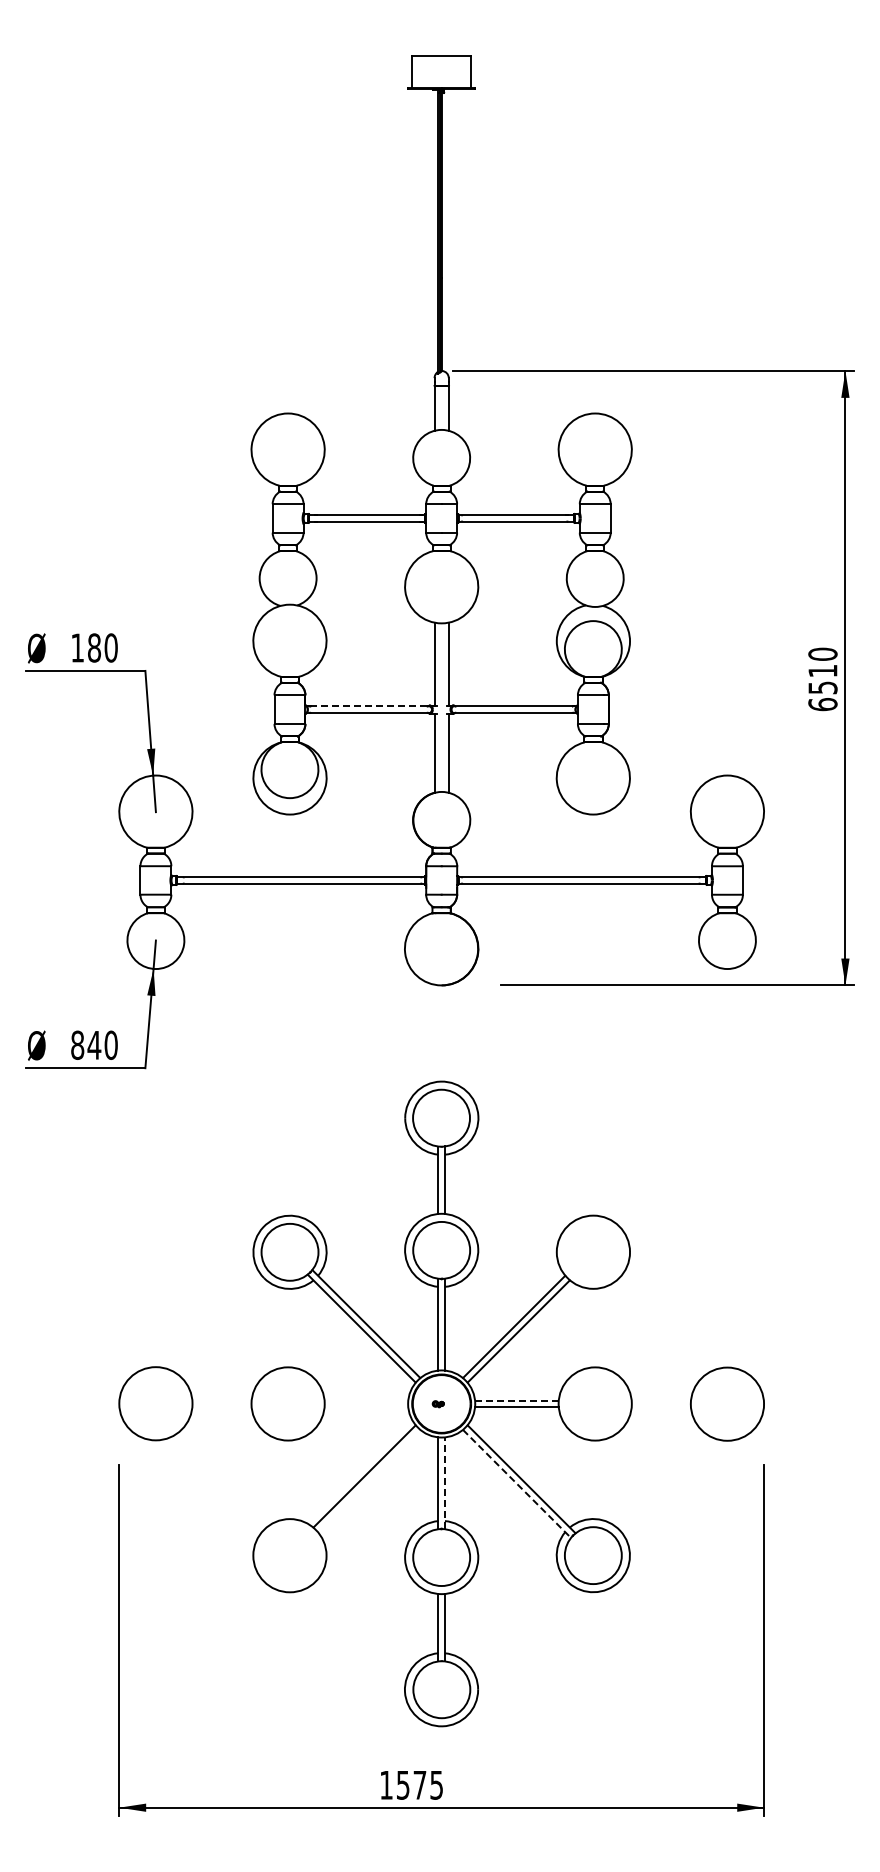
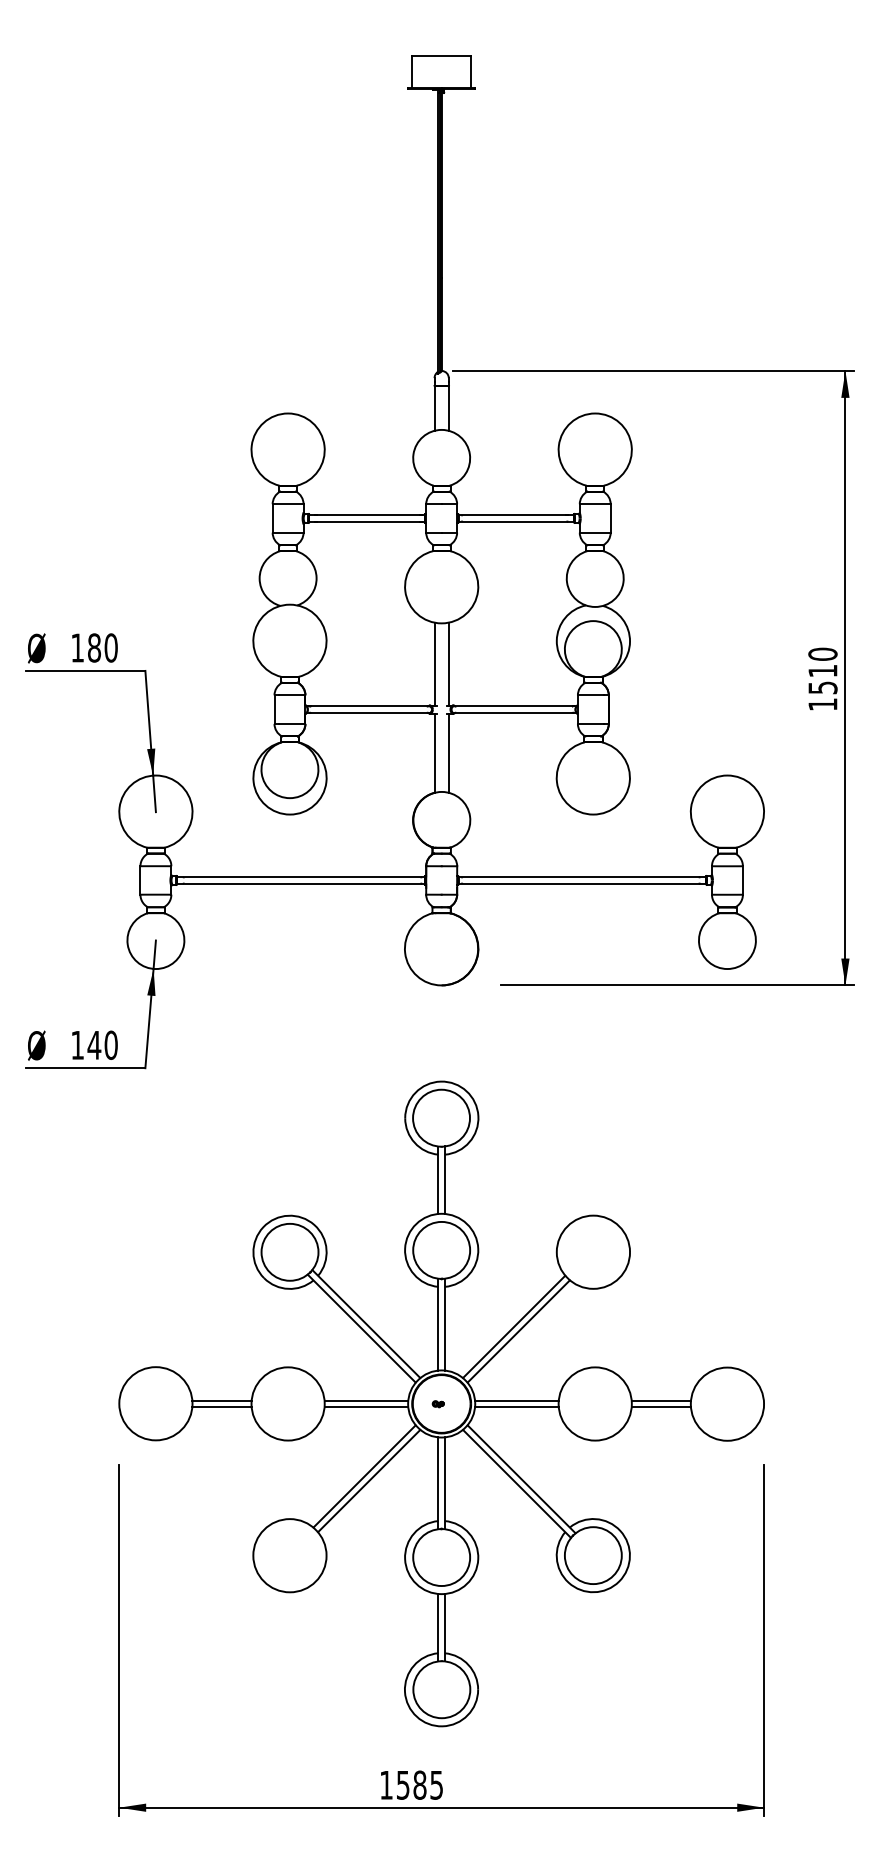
text at (822, 704): 6510 -> 1510
line at (368, 706): dashed -> solid
text at (77, 1044): 840 -> 140
line at (221, 1400): none -> present
line at (366, 1400): none -> present
line at (516, 1400): dashed -> solid
line at (661, 1400): none -> present
line at (221, 1407): none -> present
line at (366, 1407): none -> present
line at (660, 1407): none -> present
line at (369, 1480): none -> present
line at (444, 1483): dashed -> solid
line at (517, 1484): dashed -> solid
text at (419, 1784): 1575 -> 1585
